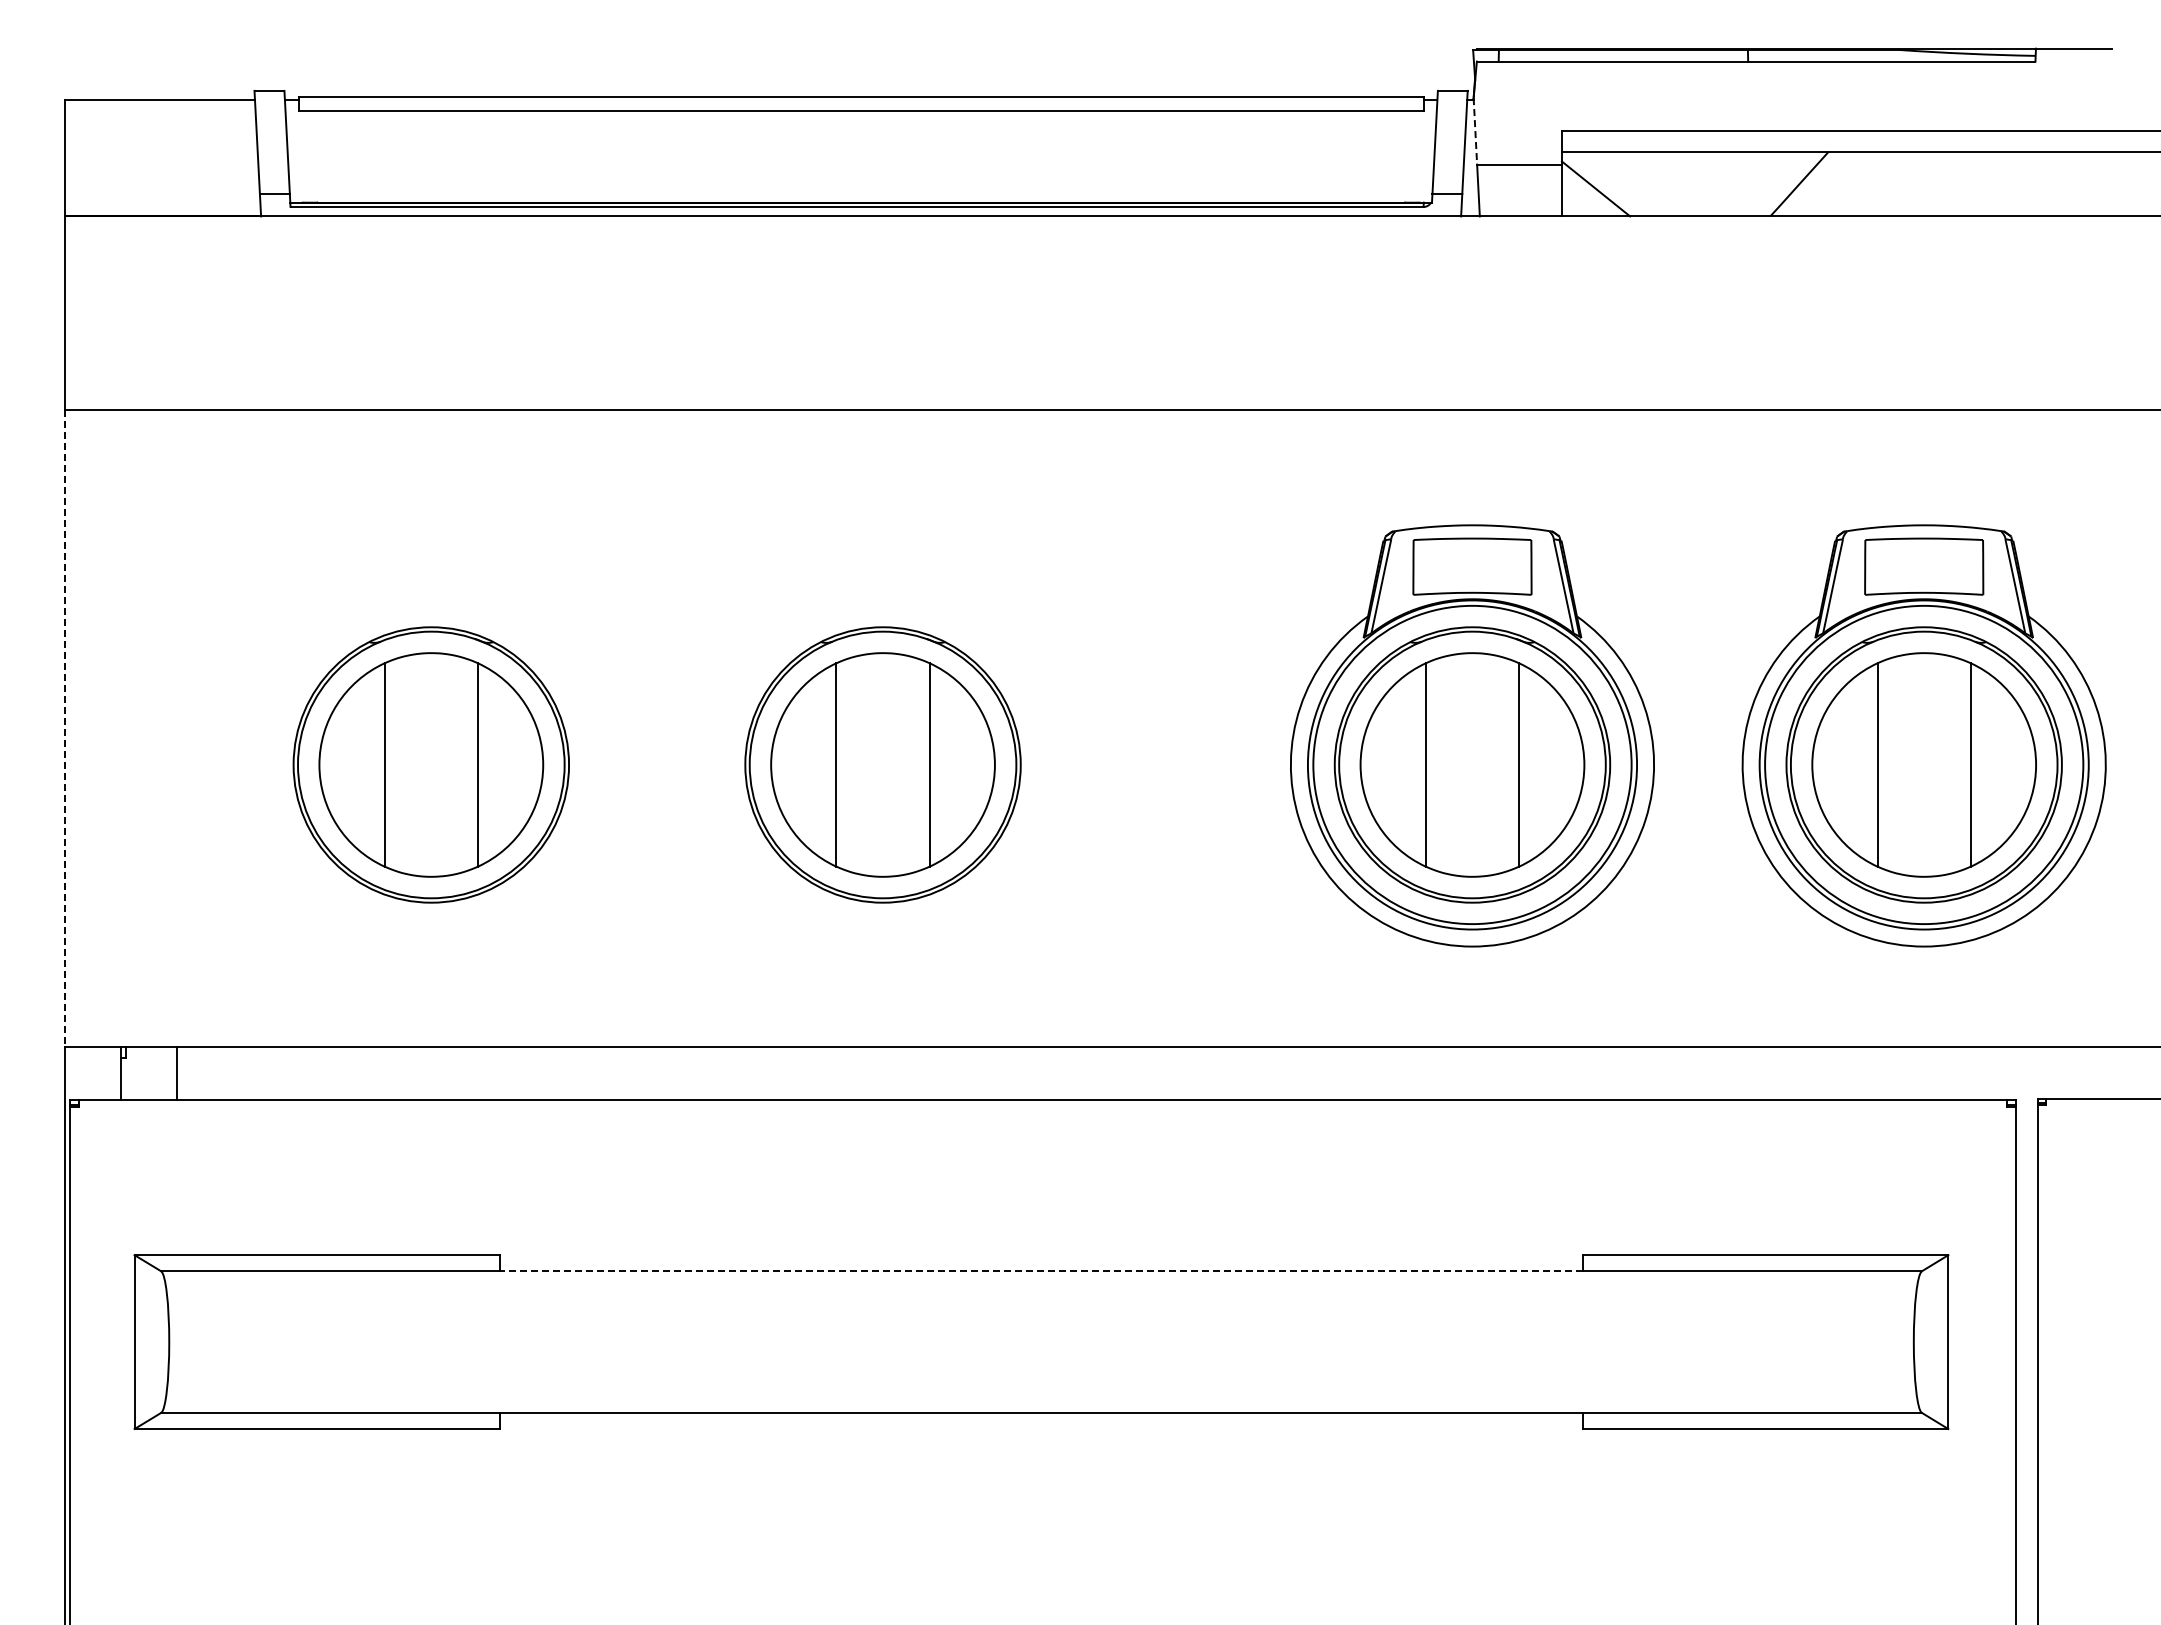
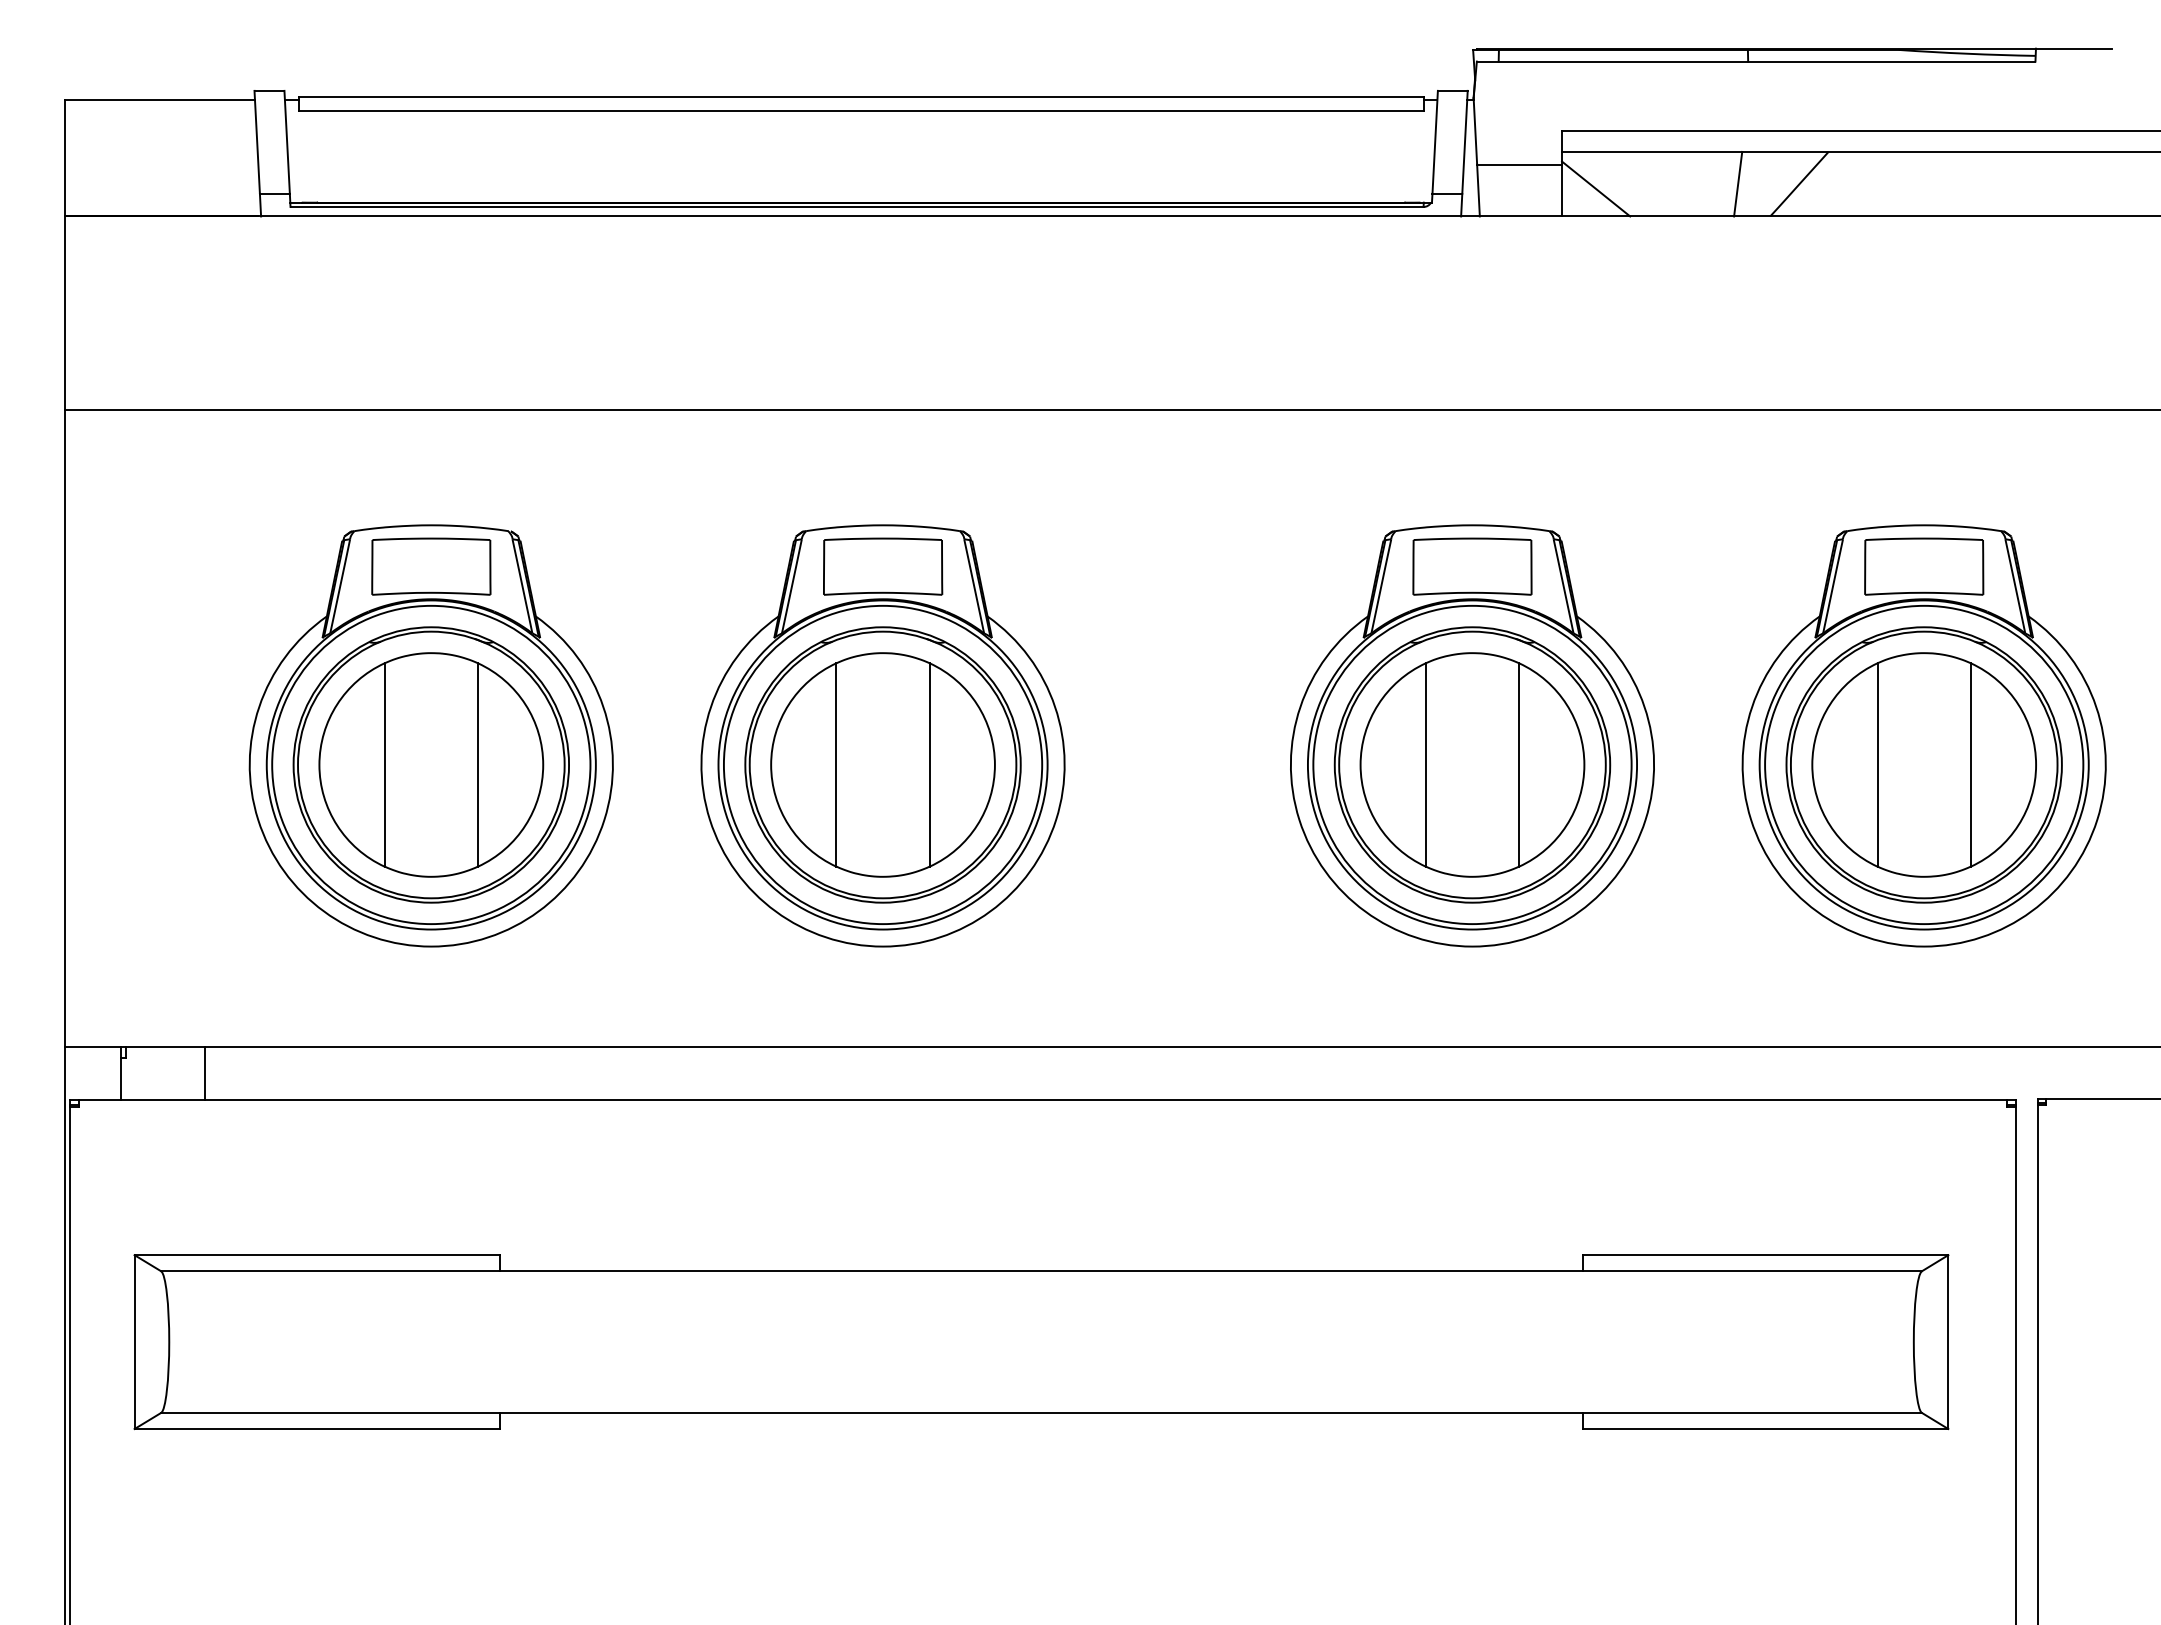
line at (1475, 131): dashed -> solid
line at (1738, 183): none -> present
line at (64, 728): dashed -> solid
part at (430, 735): none -> present
part at (882, 735): none -> present
line at (176, 1073) position: (176, 1073) -> (204, 1073)
line at (1040, 1271): dashed -> solid
